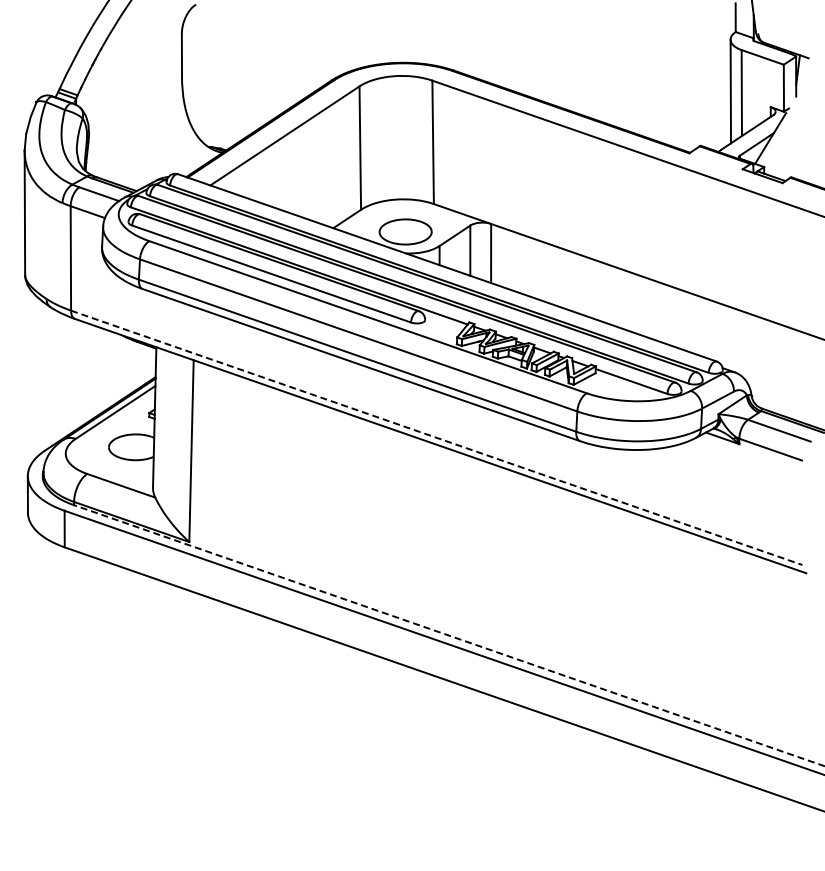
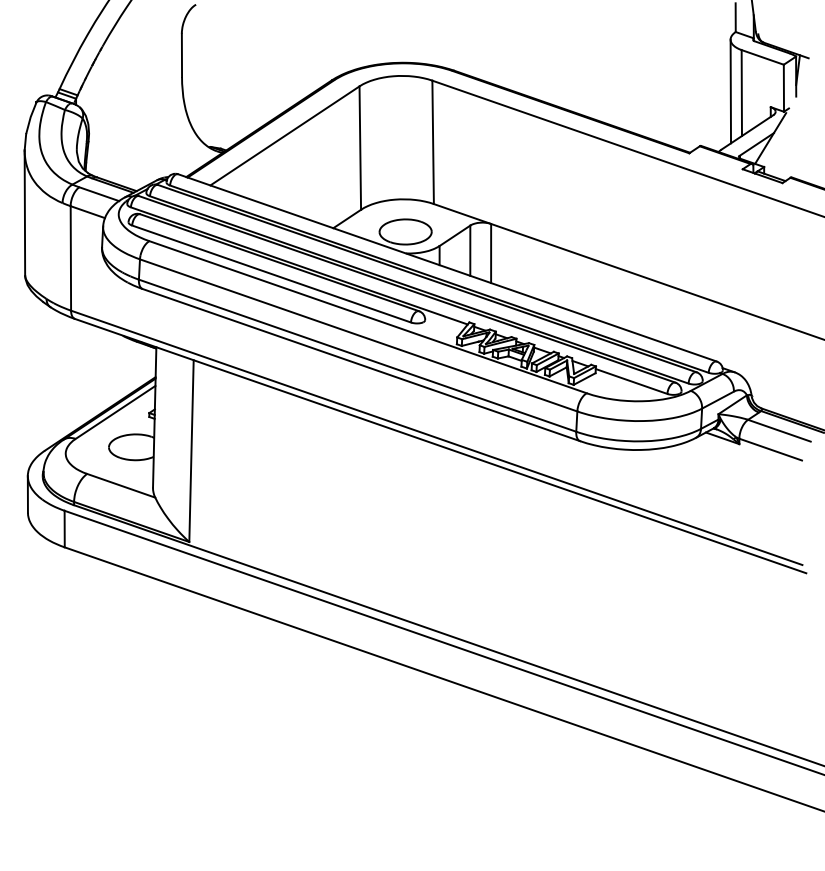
line at (437, 438): dashed -> solid
line at (449, 635): dashed -> solid
